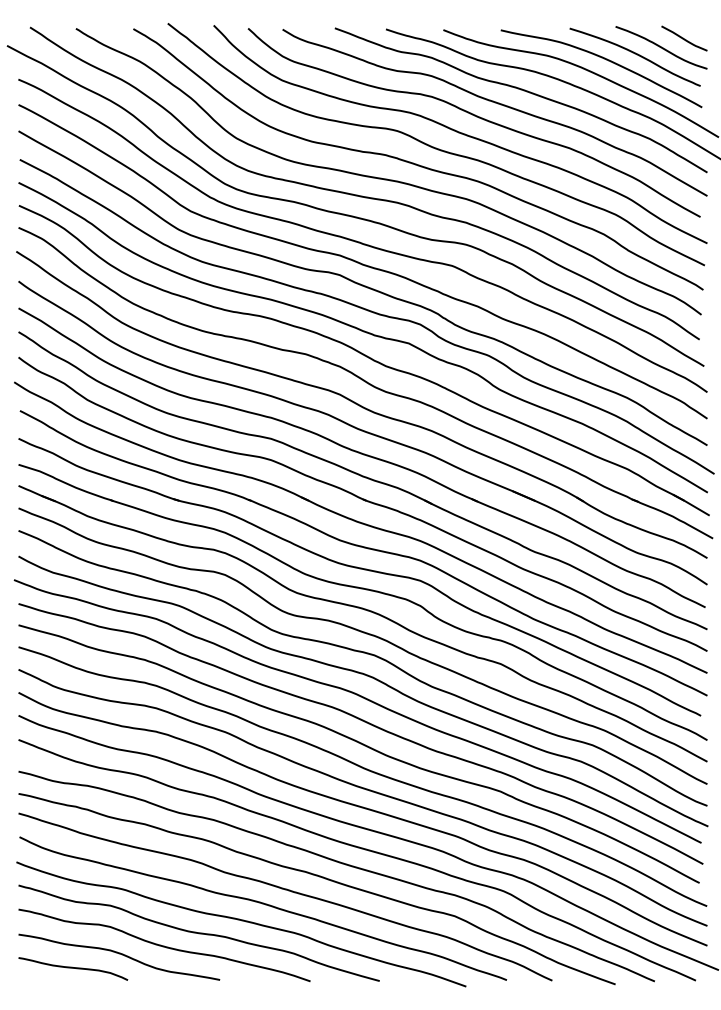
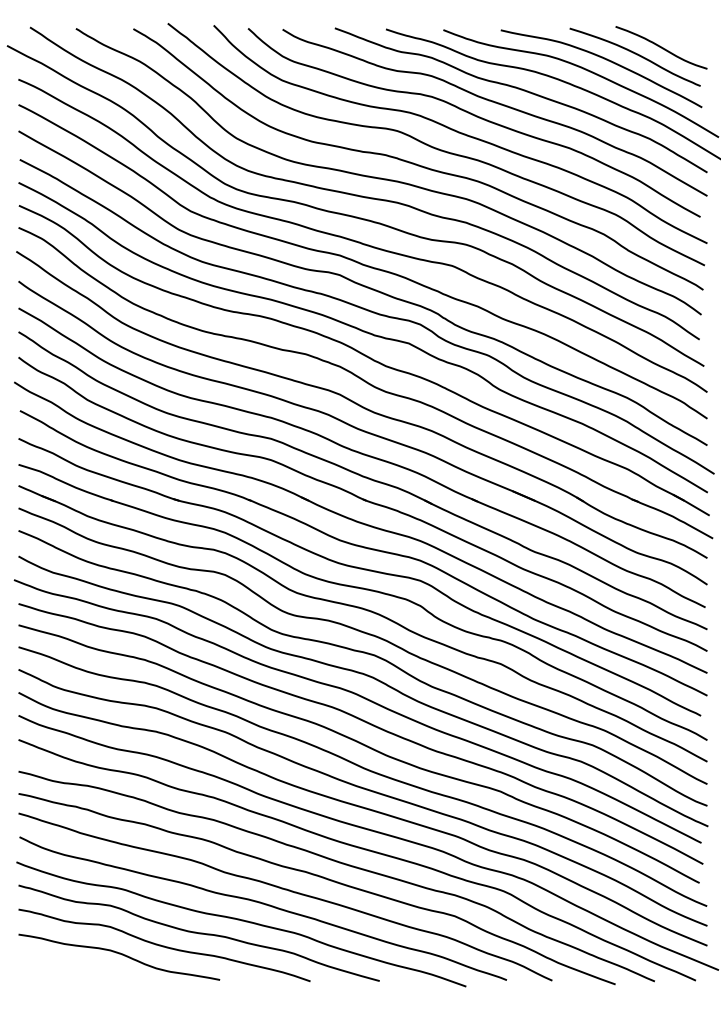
curve at (684, 38): present -> none
curve at (73, 968): present -> none
